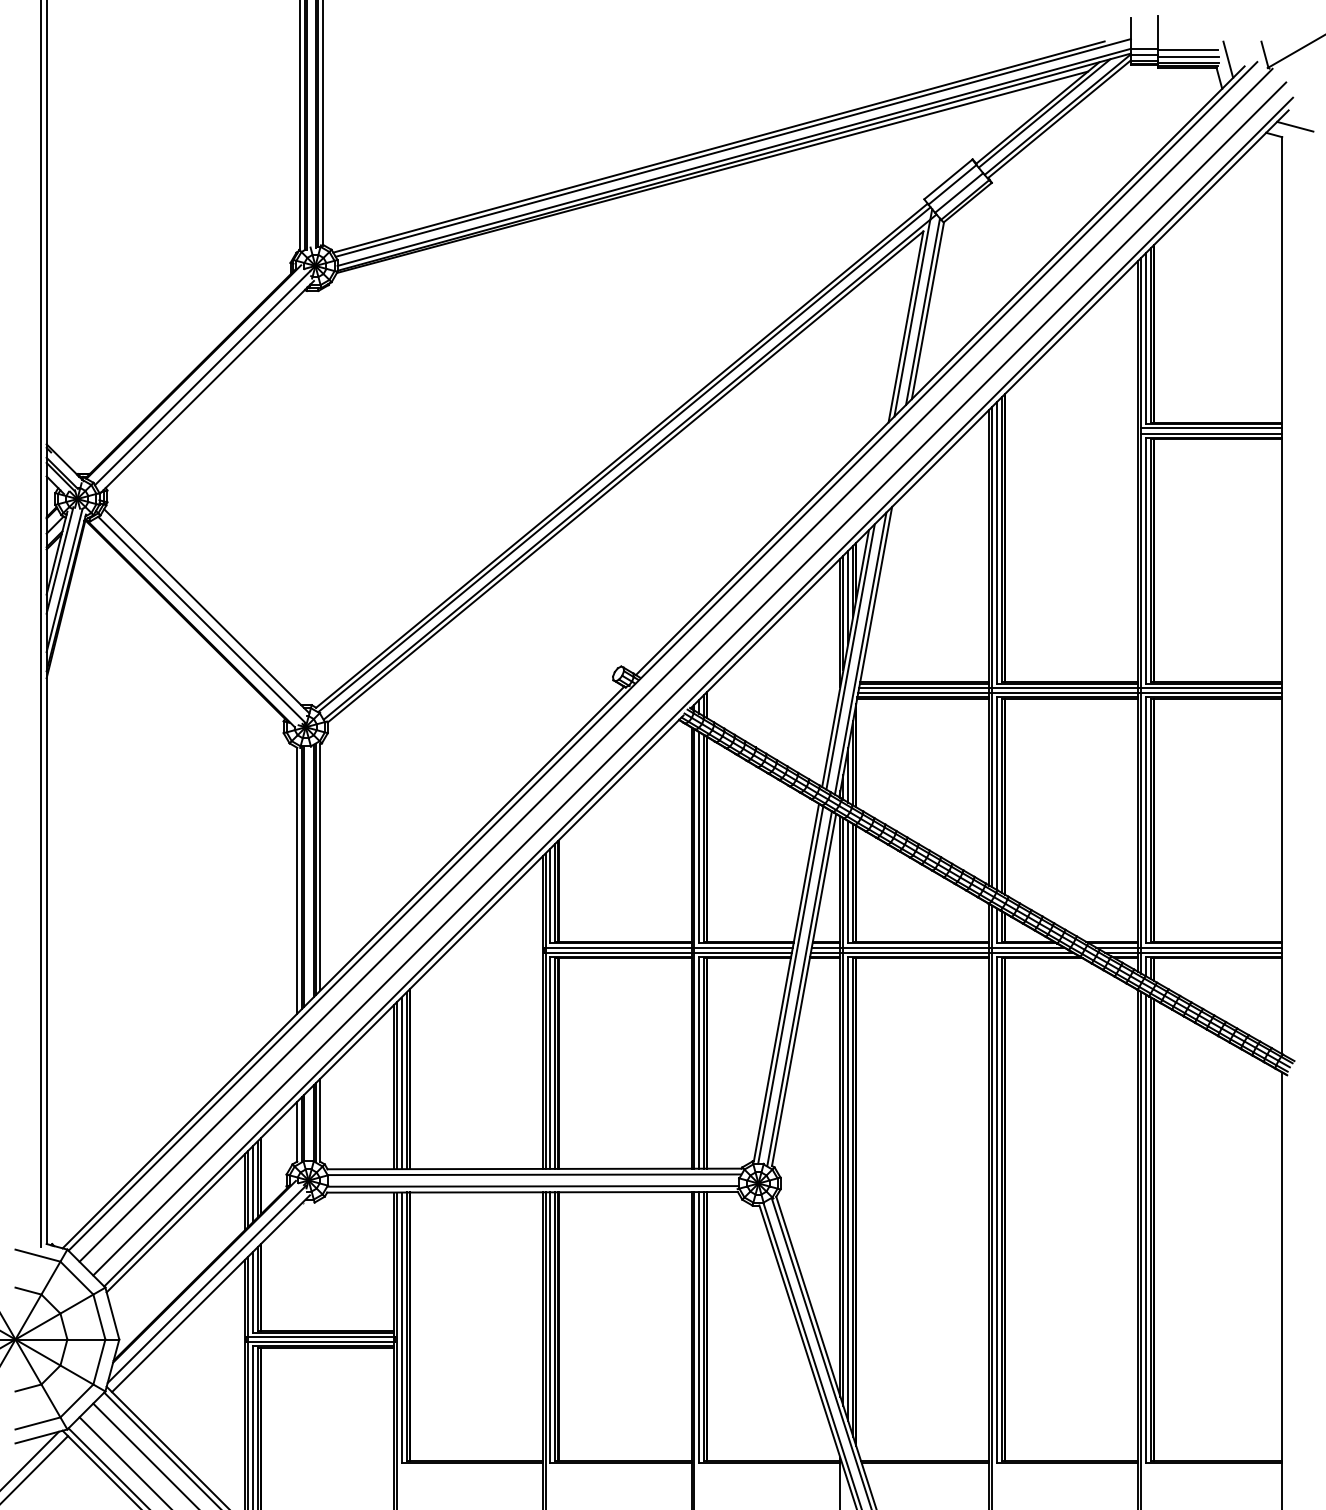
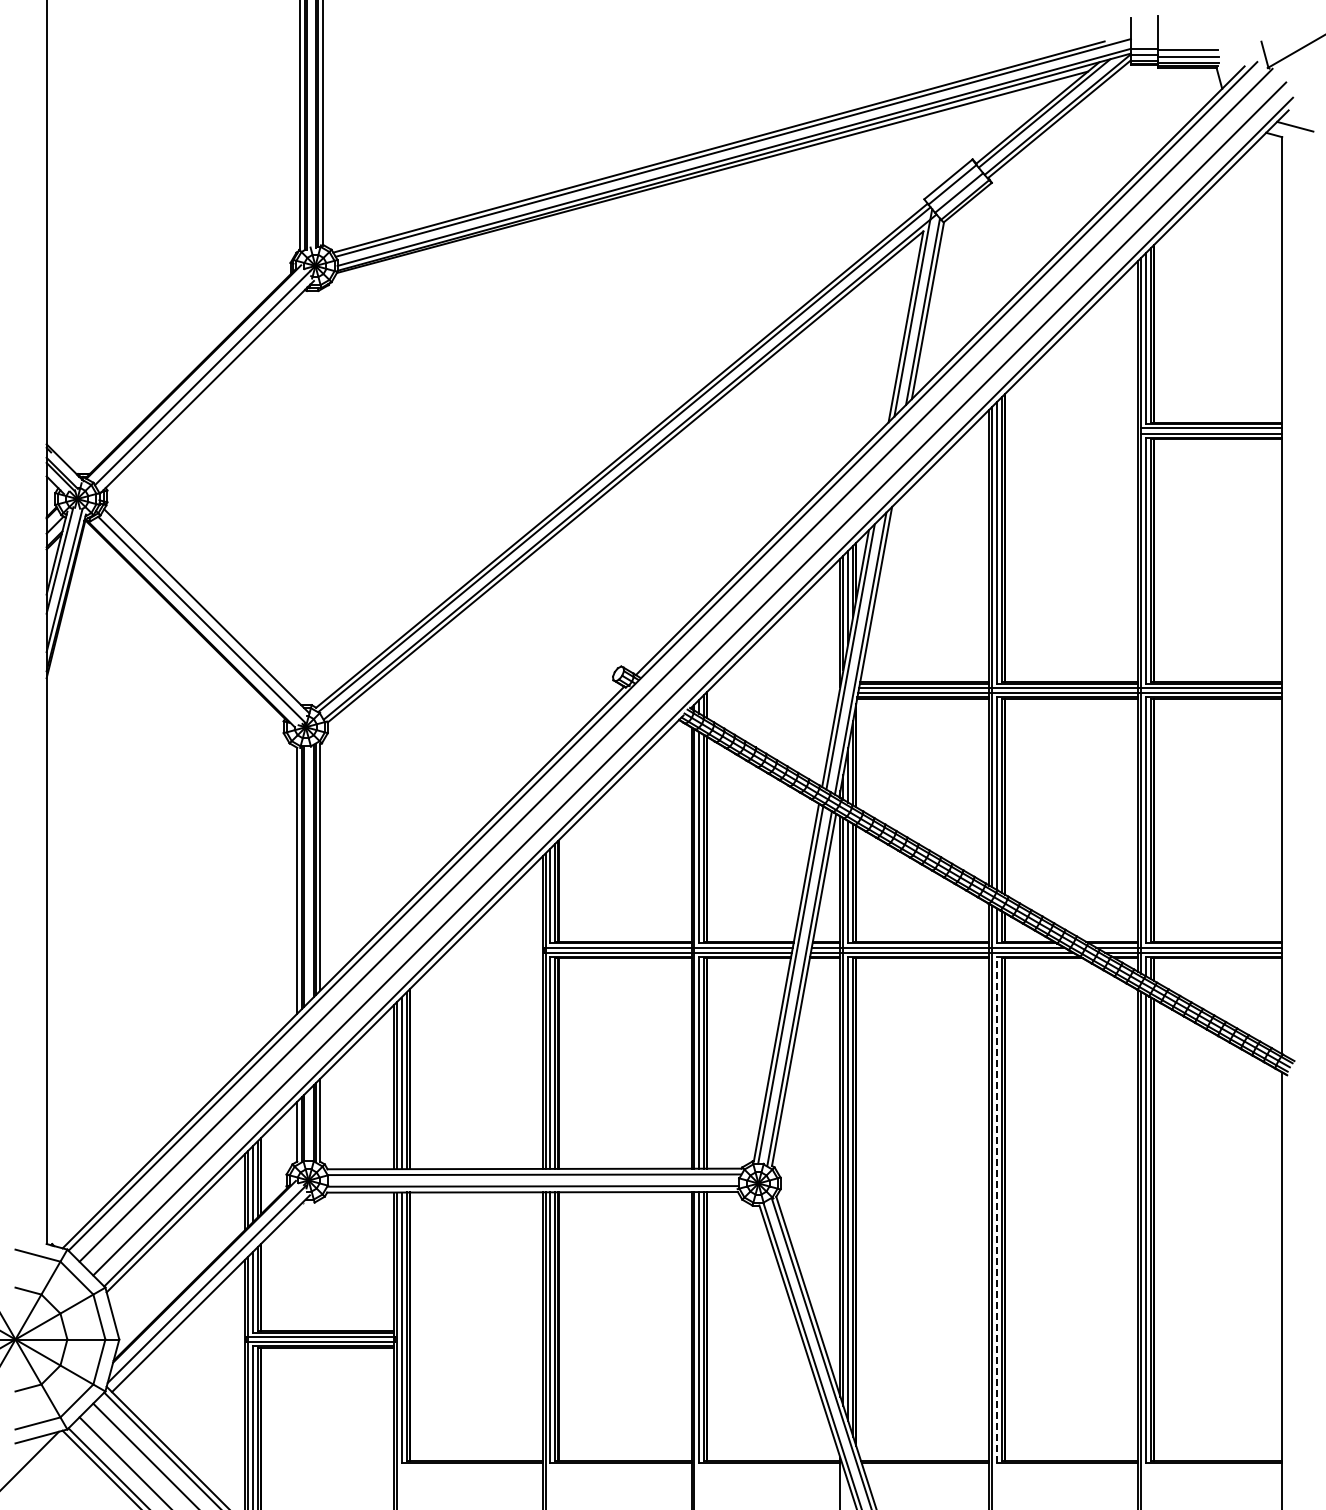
line at (1228, 59): present -> none
line at (40, 624): present -> none
line at (997, 1209): solid -> dashed
line at (35, 1469): present -> none
